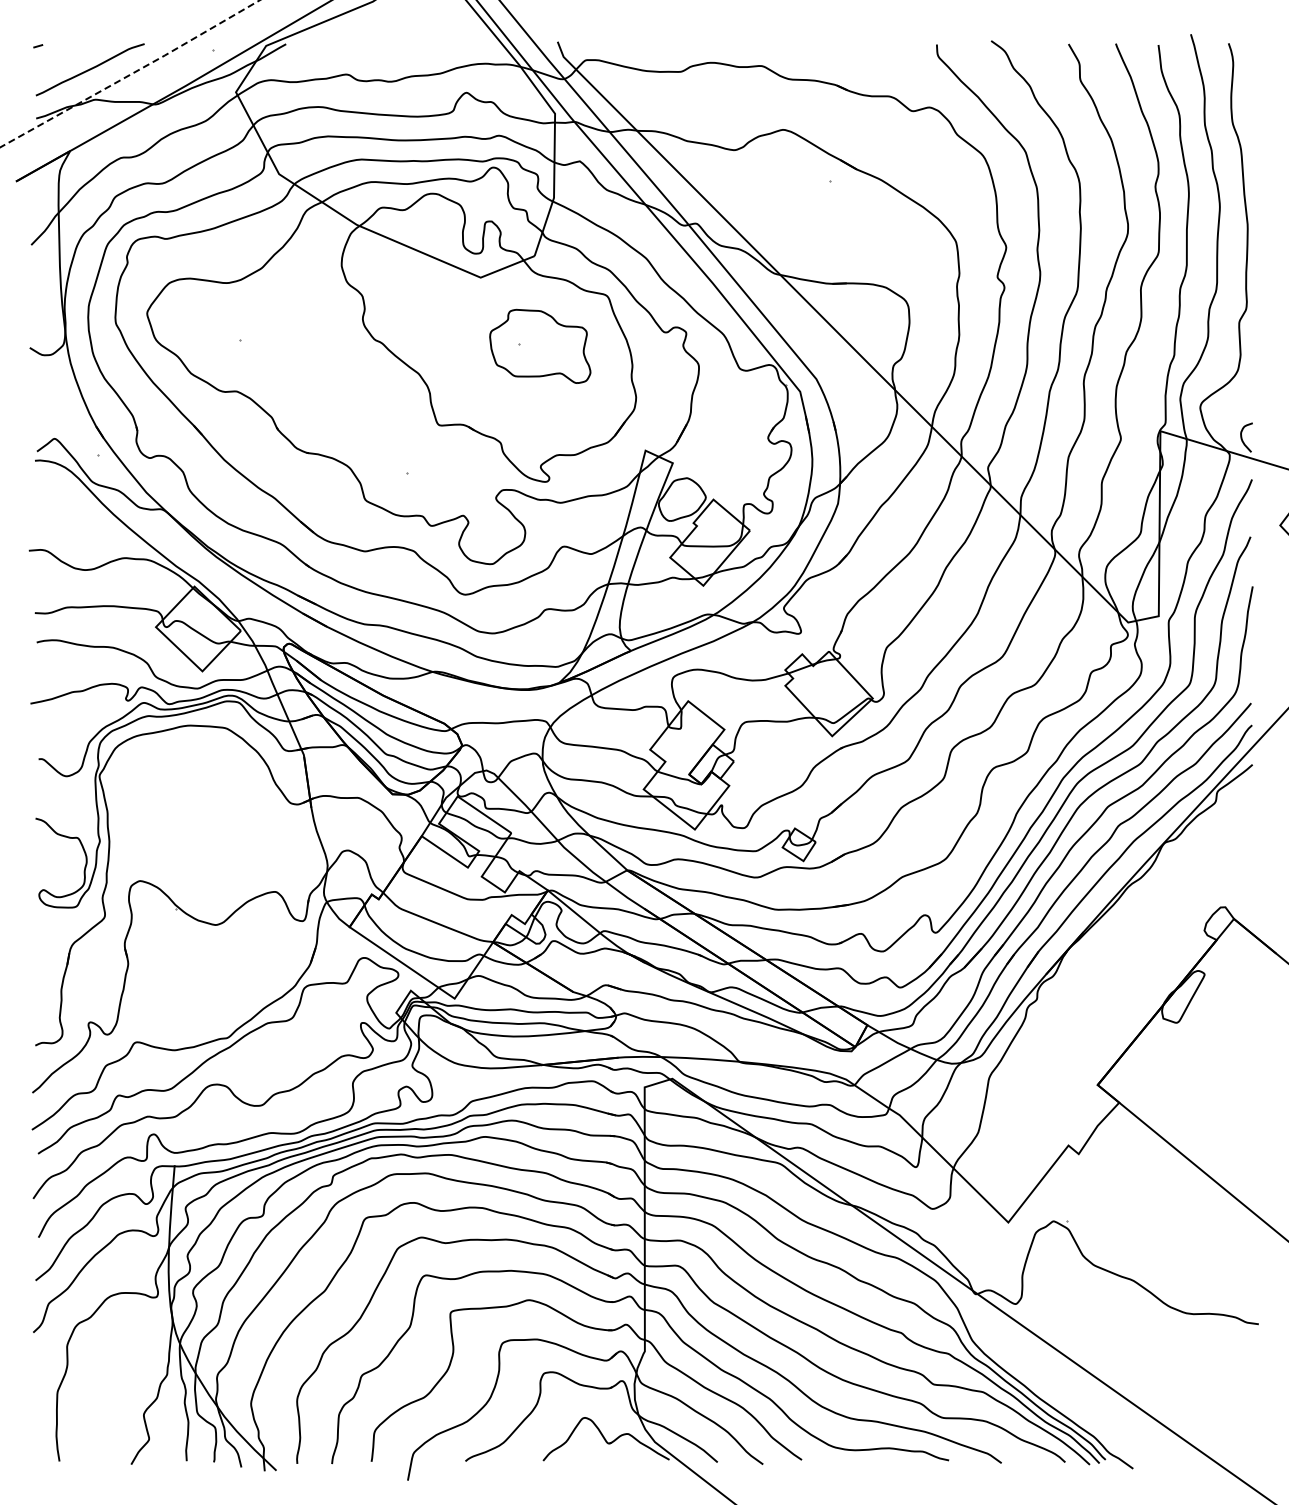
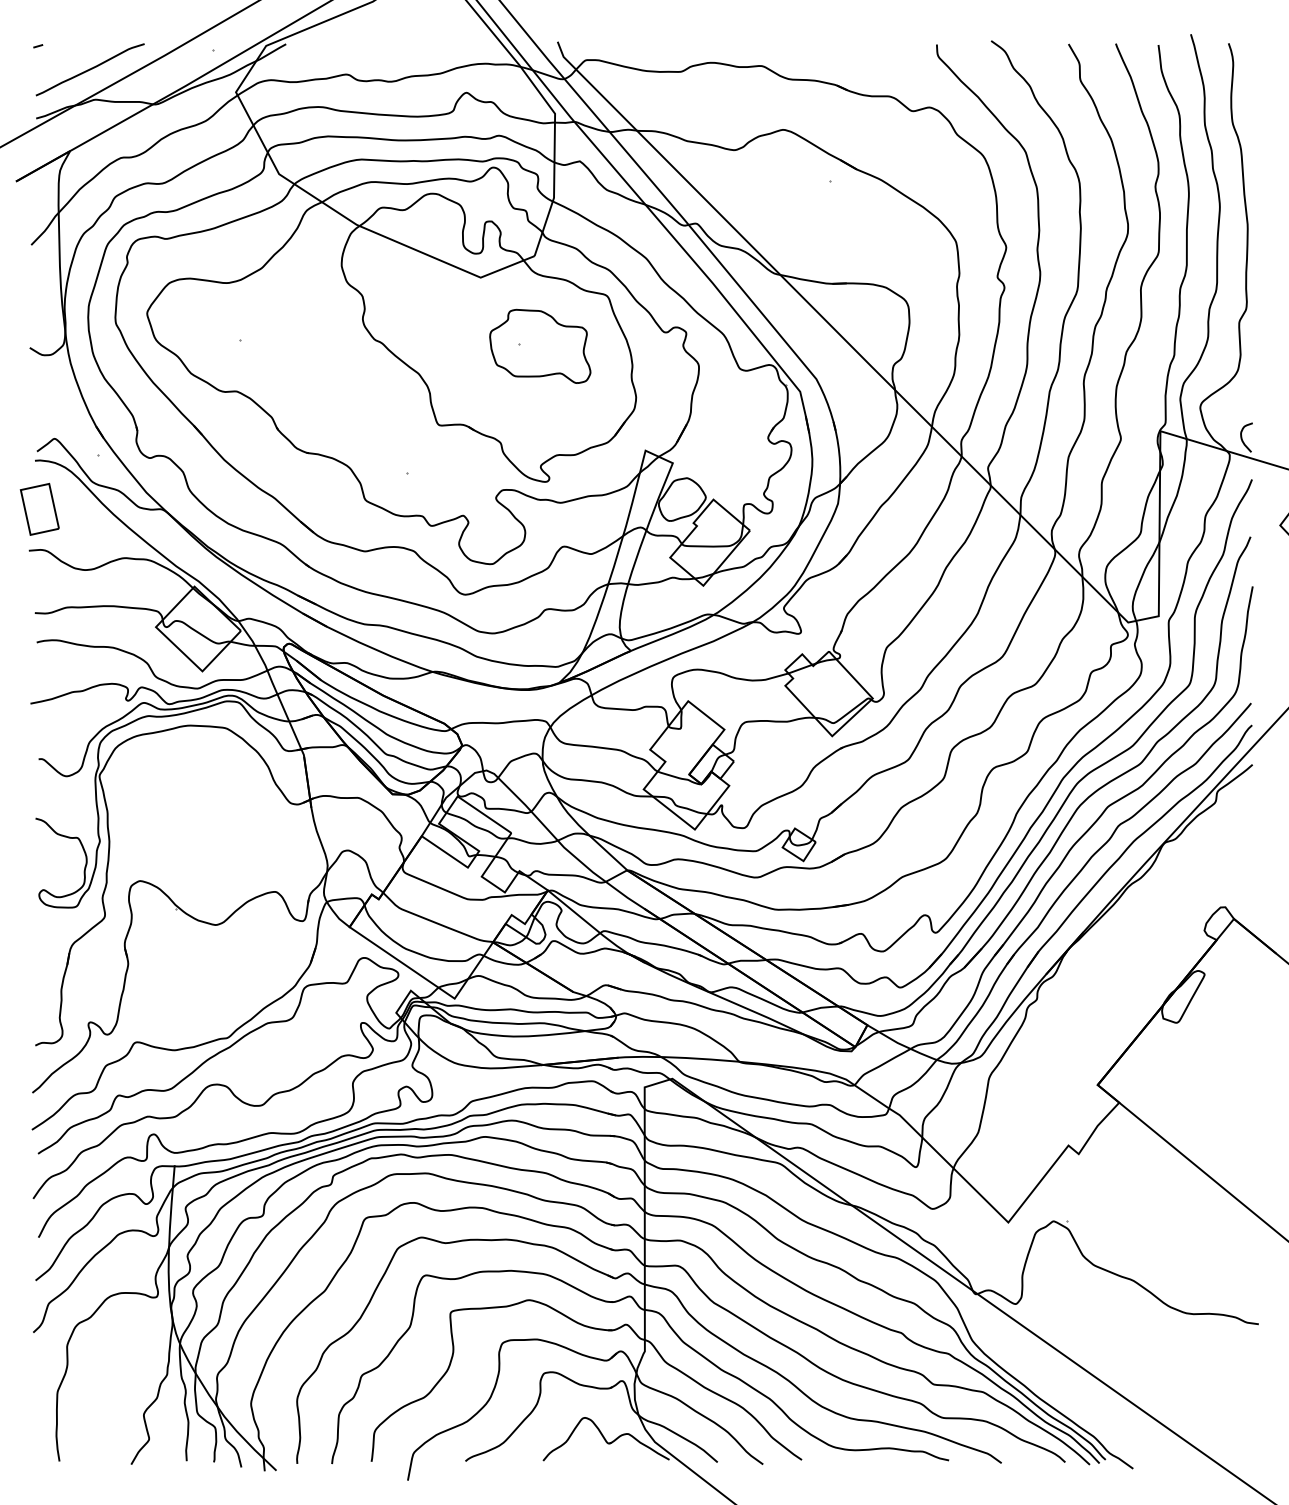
line at (131, 73): dashed -> solid
part at (39, 508): none -> present
